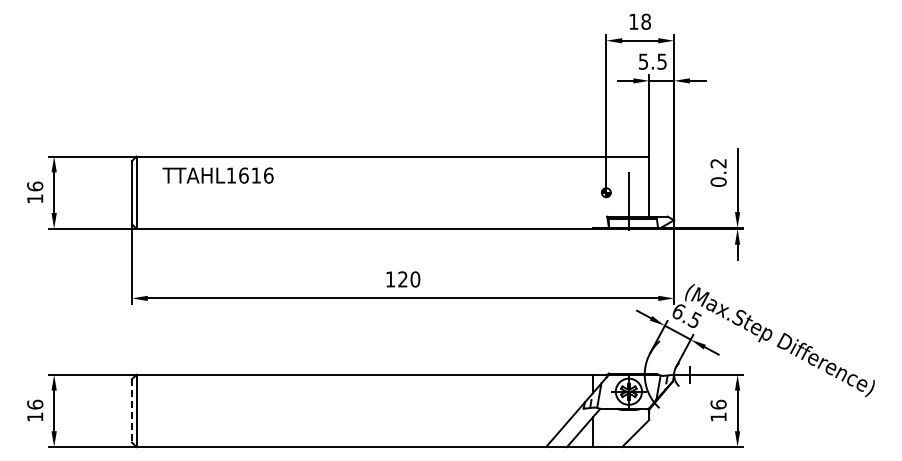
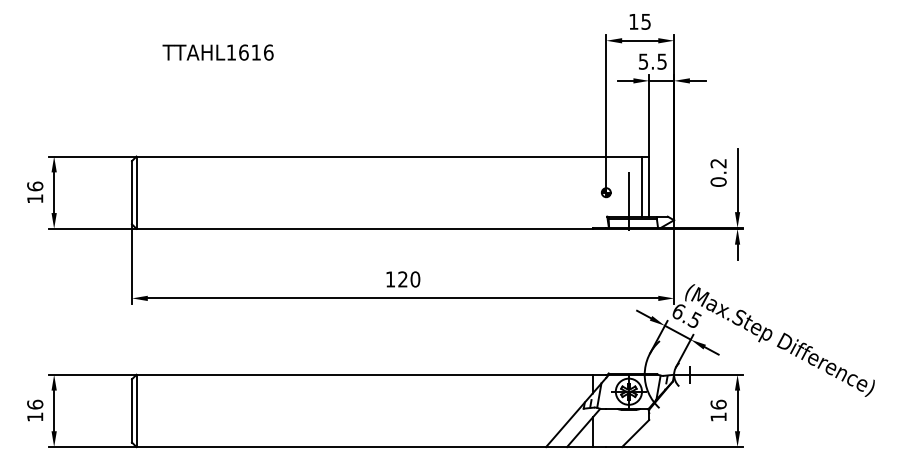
text at (646, 21): 18 -> 15
text at (217, 175) position: (217, 175) -> (217, 52)
line at (642, 186): none -> present
line at (131, 410): dashed -> solid
